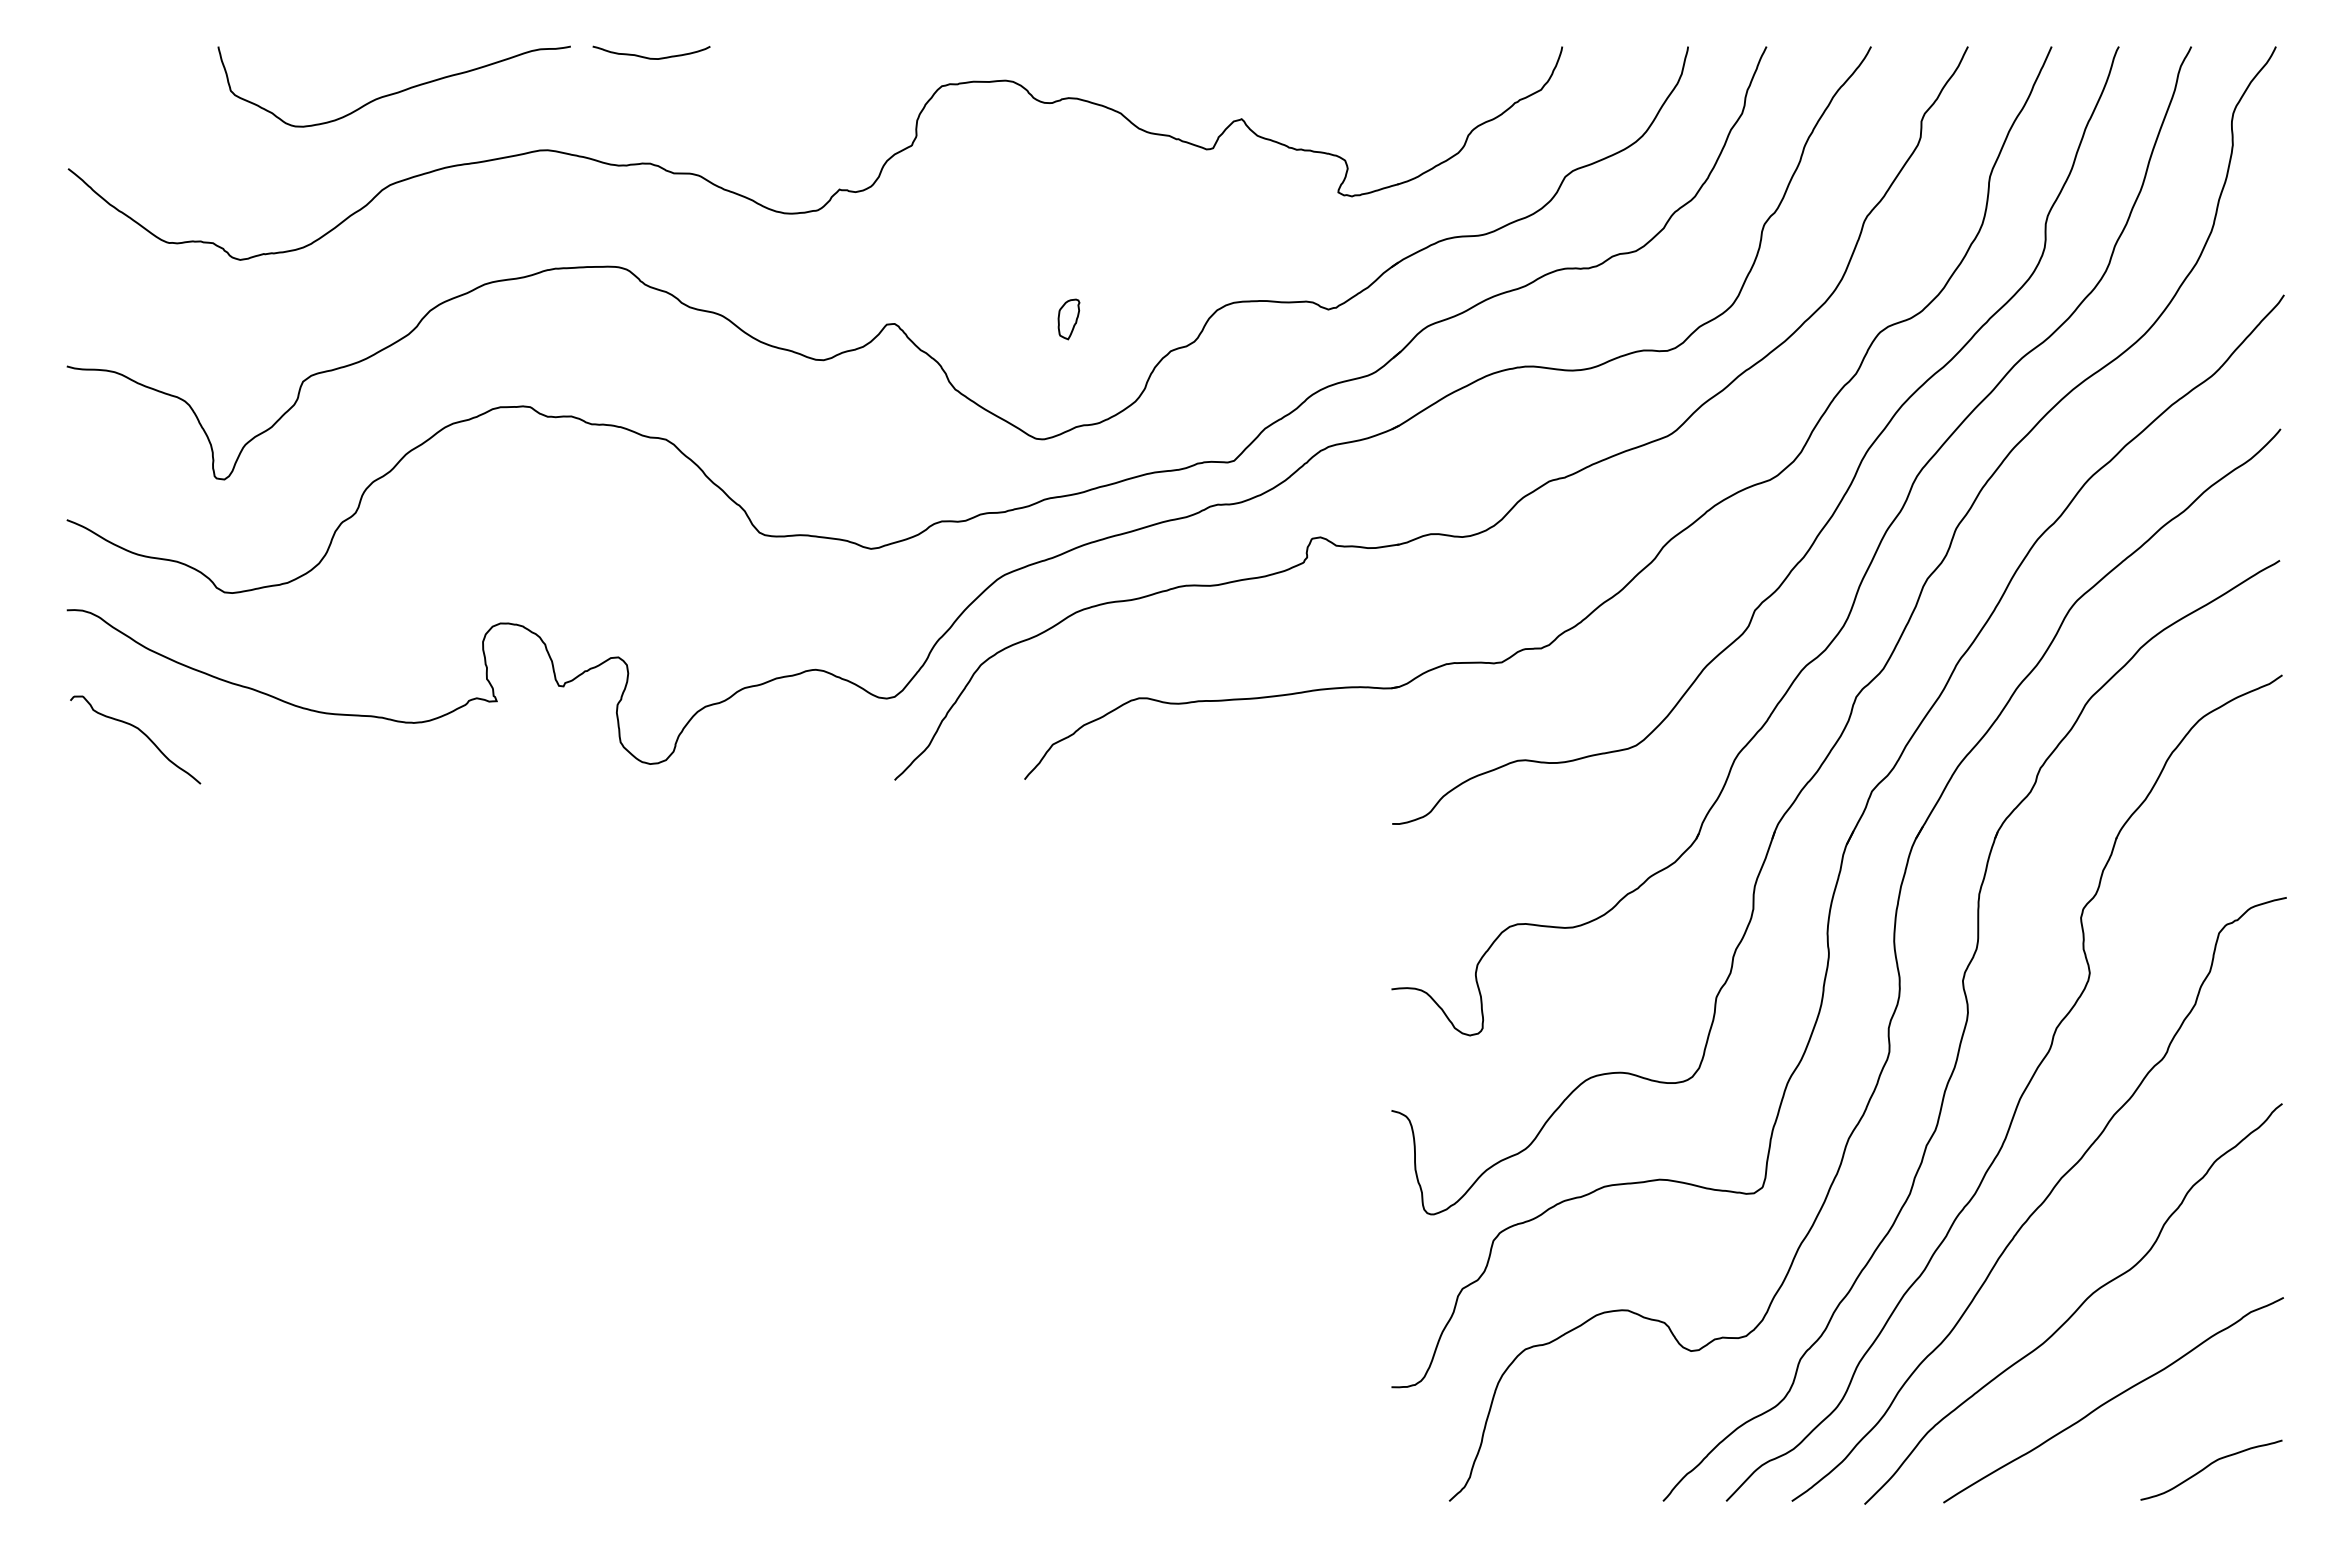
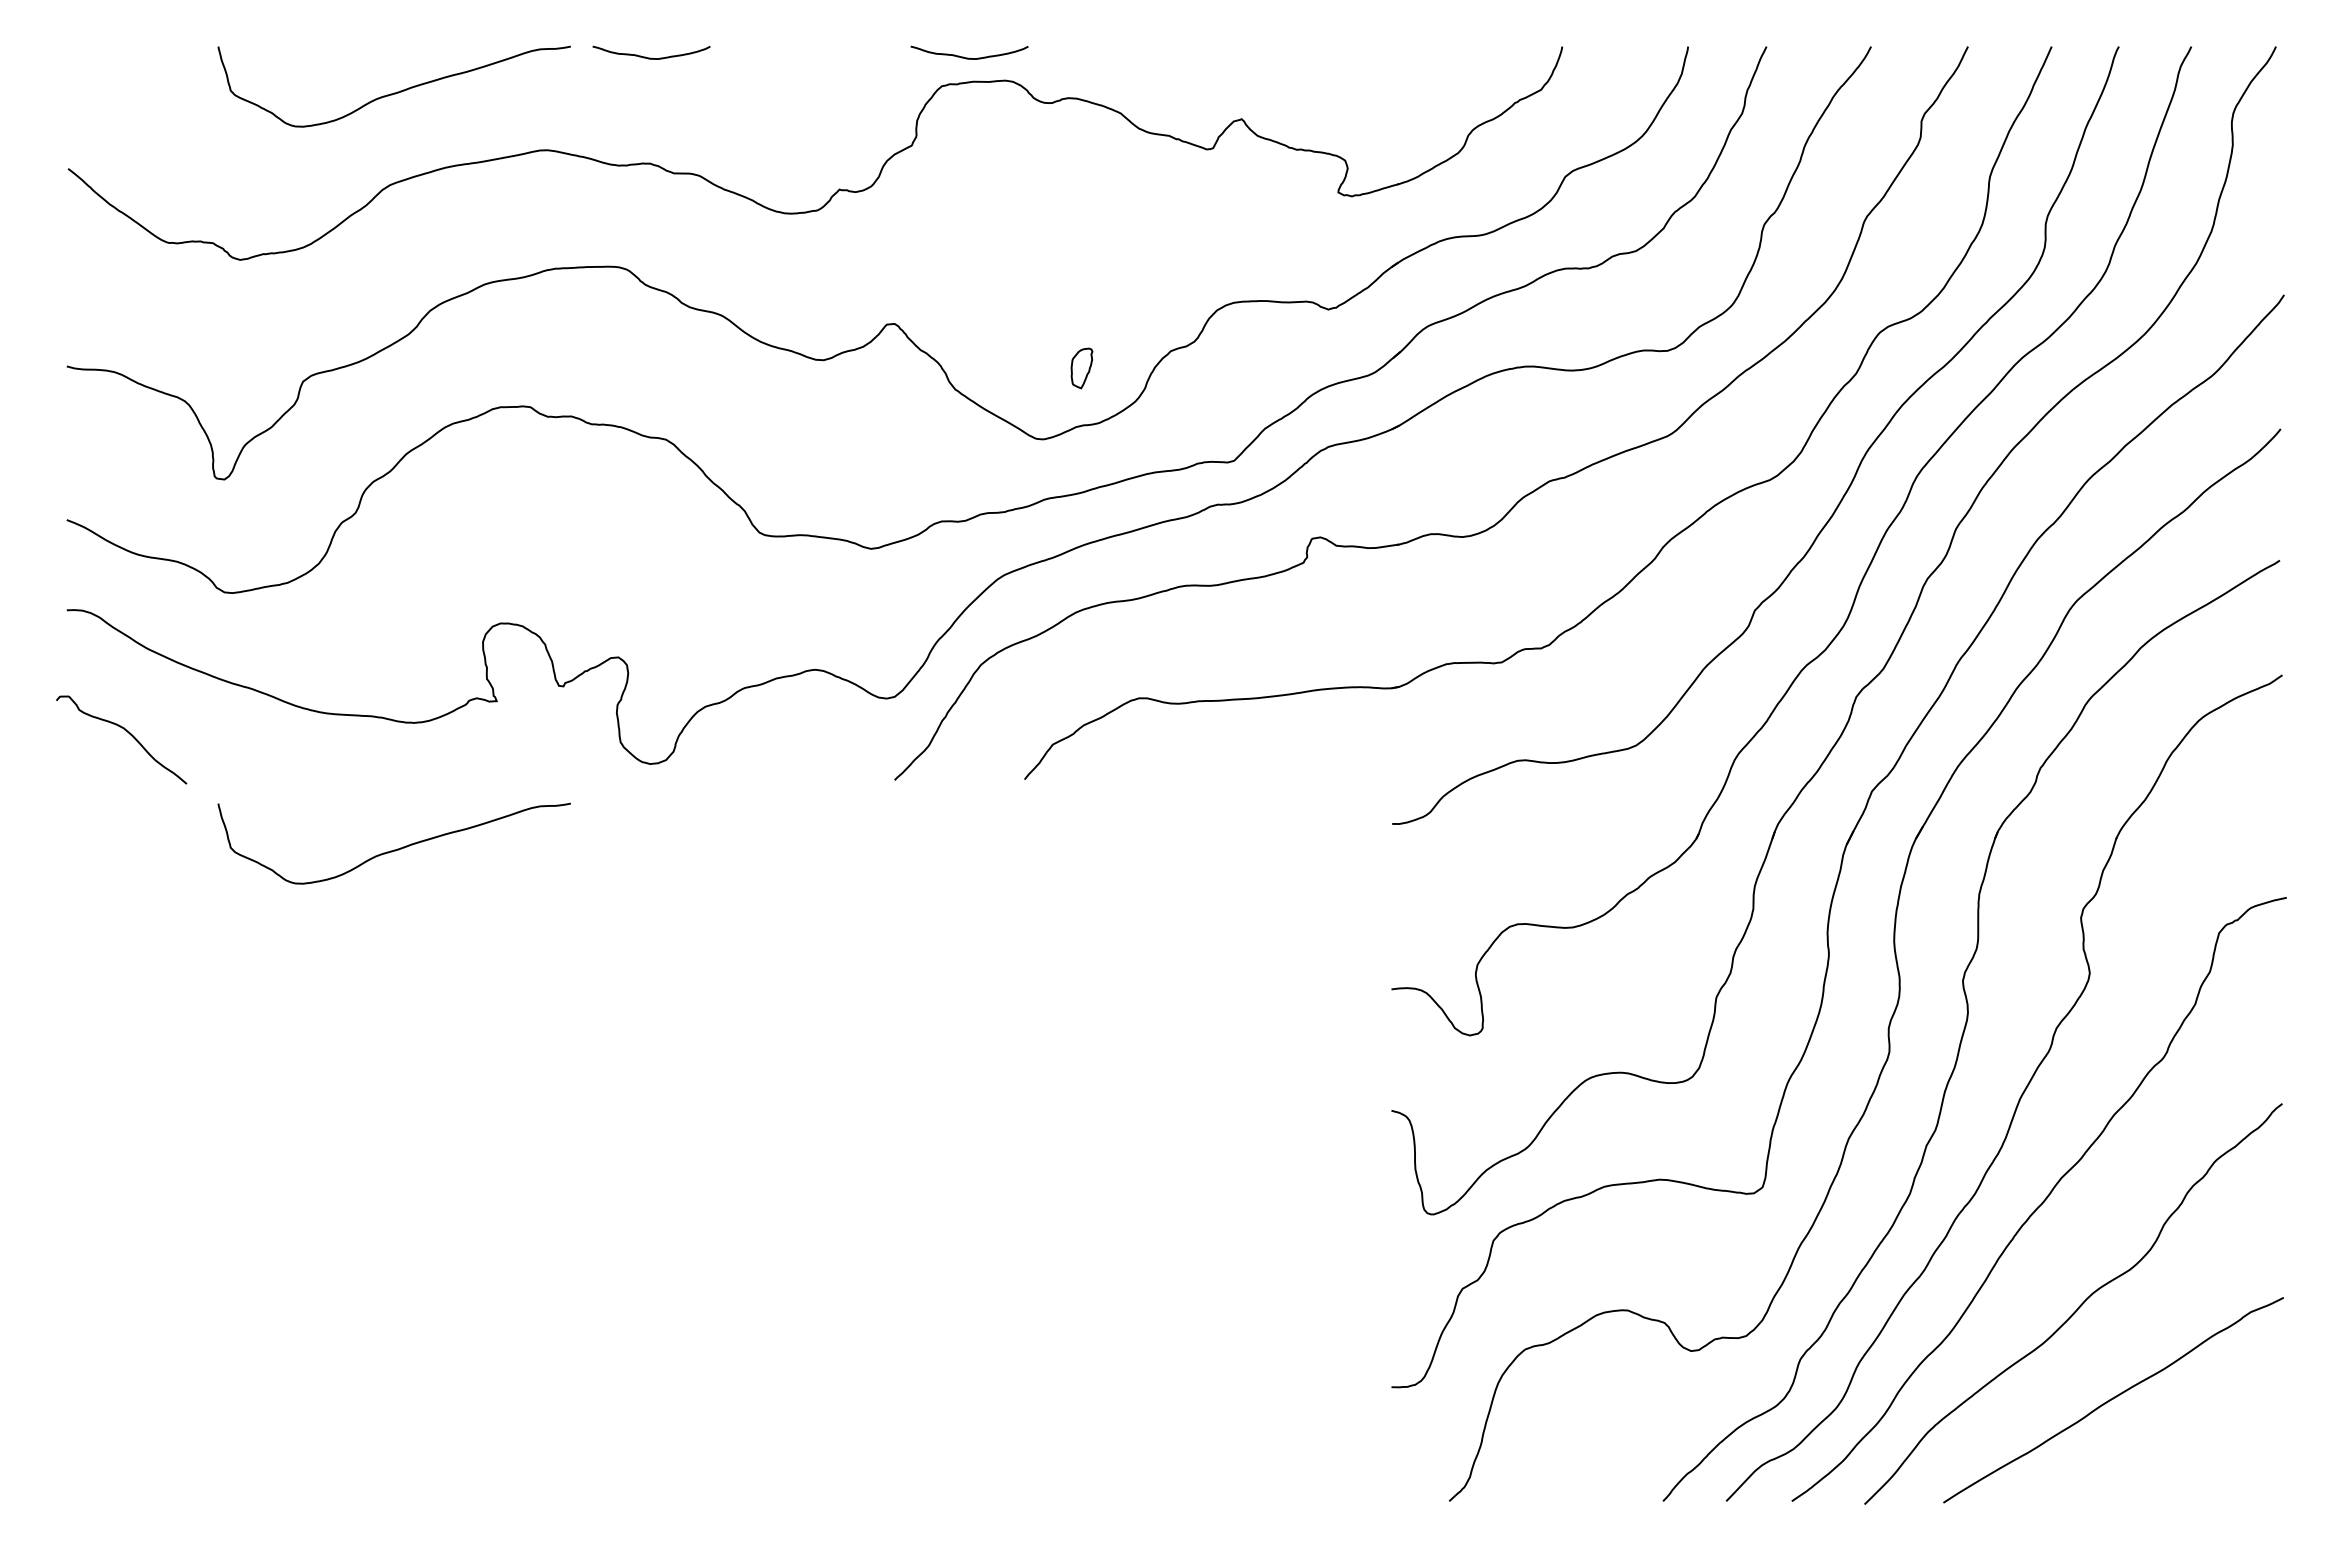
curve at (969, 57): none -> present
part at (1068, 319) position: (1068, 319) -> (1081, 368)
curve at (141, 732) position: (141, 732) -> (127, 732)
curve at (394, 849): none -> present
curve at (2209, 1466): present -> none
